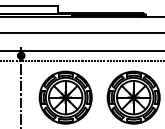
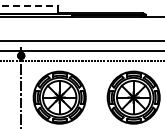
line at (29, 5): solid -> dashed
line at (81, 32) position: (81, 32) -> (81, 40)
part at (65, 97) position: (65, 97) -> (59, 97)
